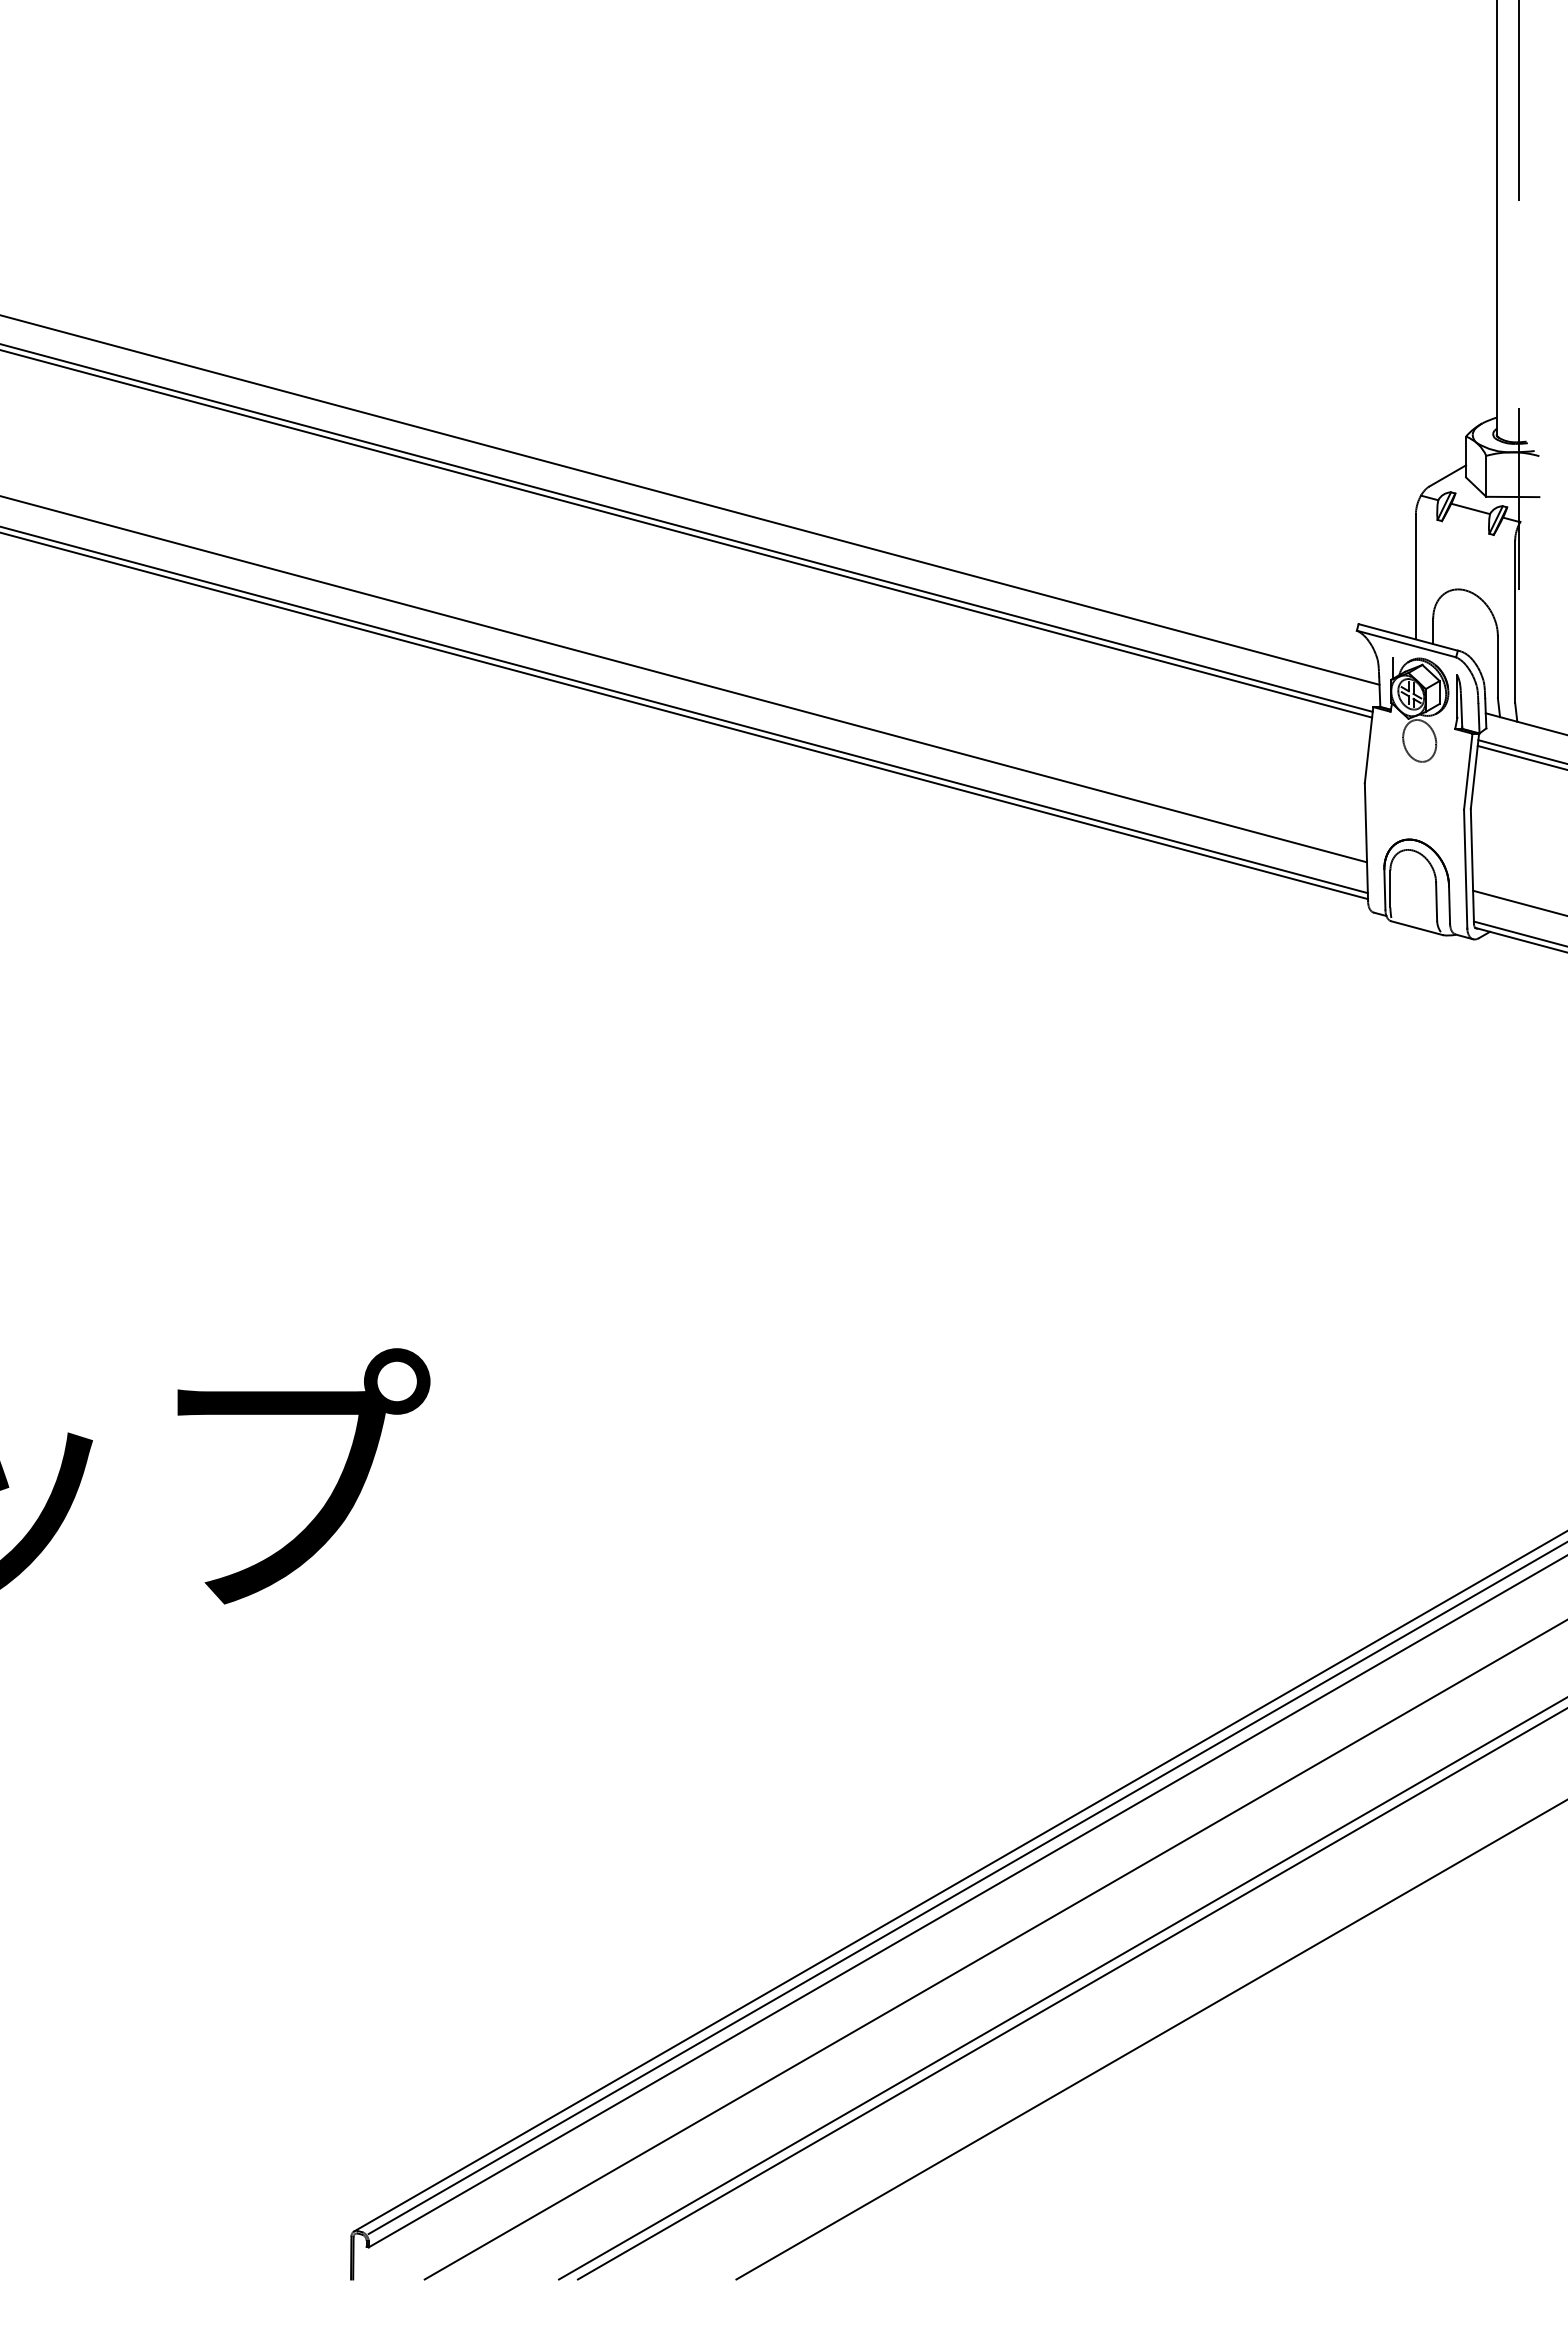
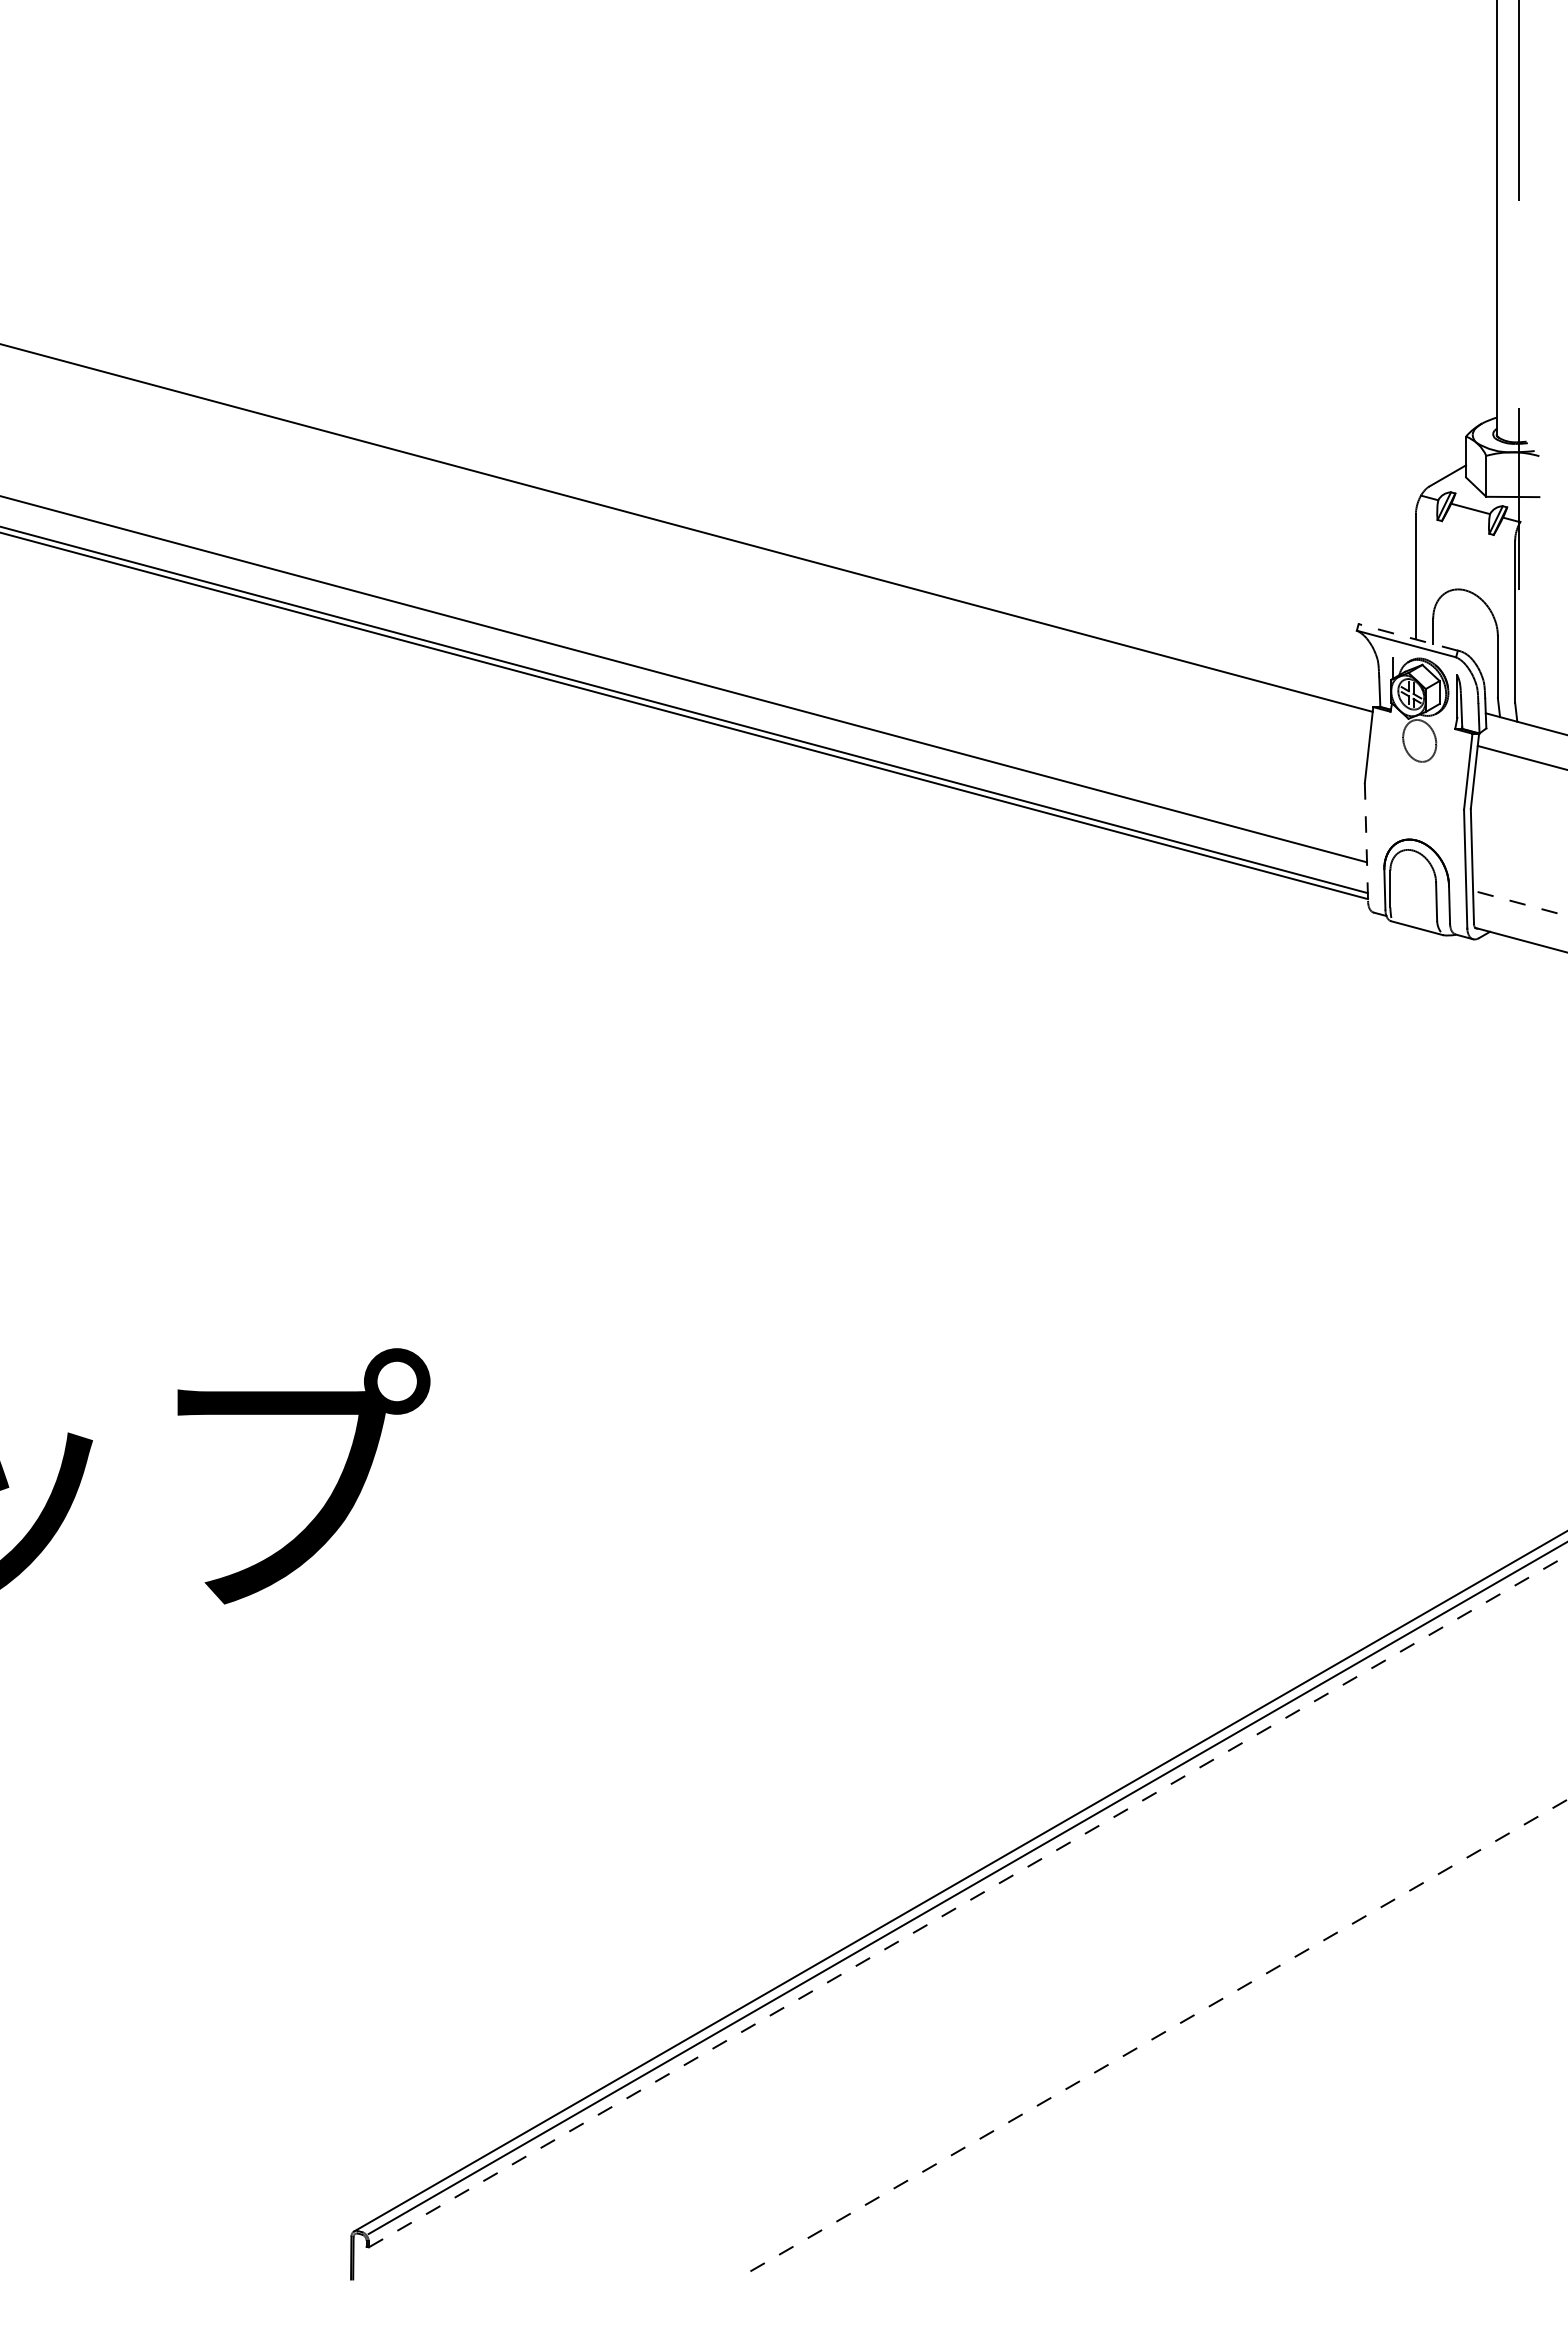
line at (690, 499): present -> none
line at (687, 533): present -> none
line at (1407, 637): solid -> dashed
line at (1521, 751): present -> none
line at (1366, 842): solid -> dashed
line at (1520, 903): solid -> dashed
line at (1518, 933): present -> none
line at (968, 1901): solid -> dashed
line at (994, 1950): present -> none
line at (1061, 1988): present -> none
line at (1070, 1994): present -> none
line at (1152, 2039): solid -> dashed
